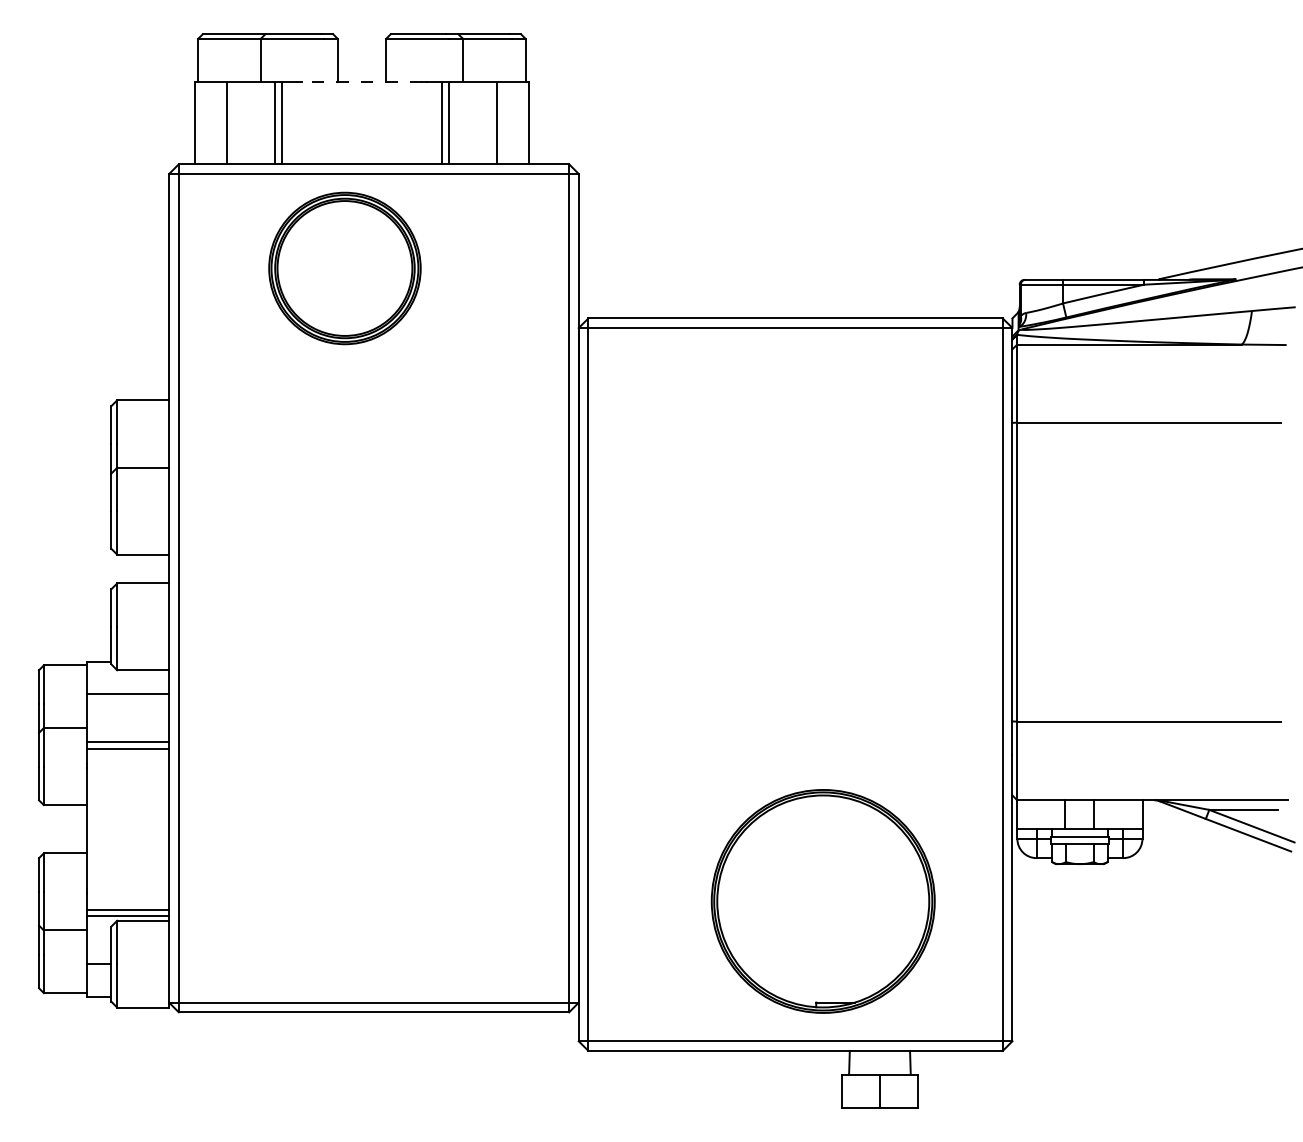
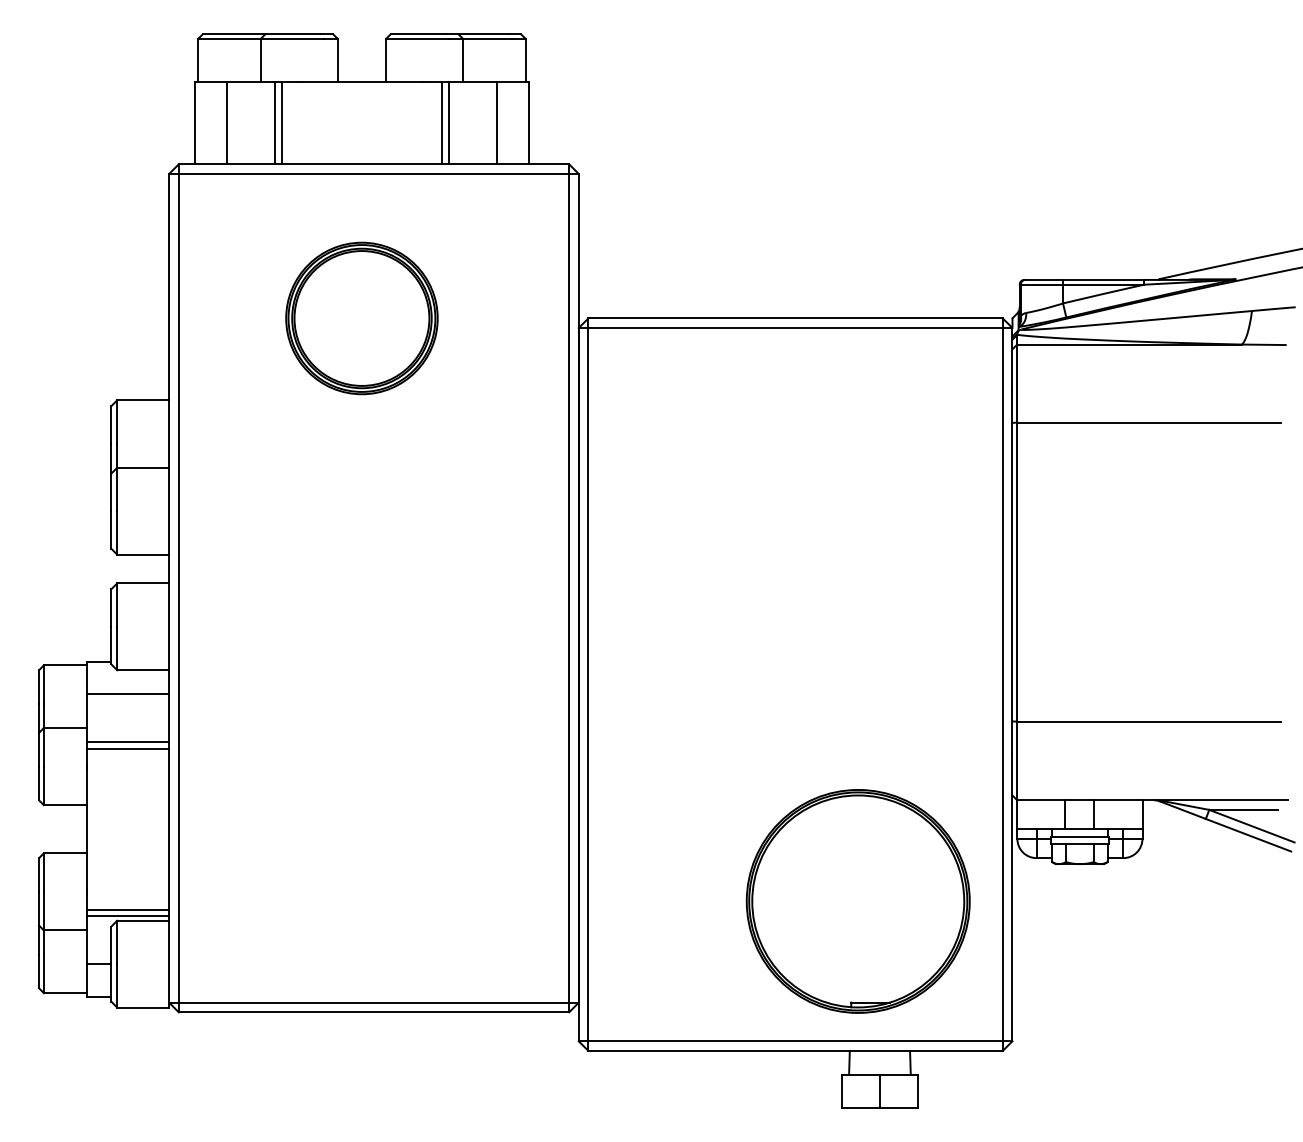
line at (361, 82): dashed -> solid
part at (344, 268) position: (344, 268) -> (361, 318)
part at (822, 901) position: (822, 901) -> (857, 901)
